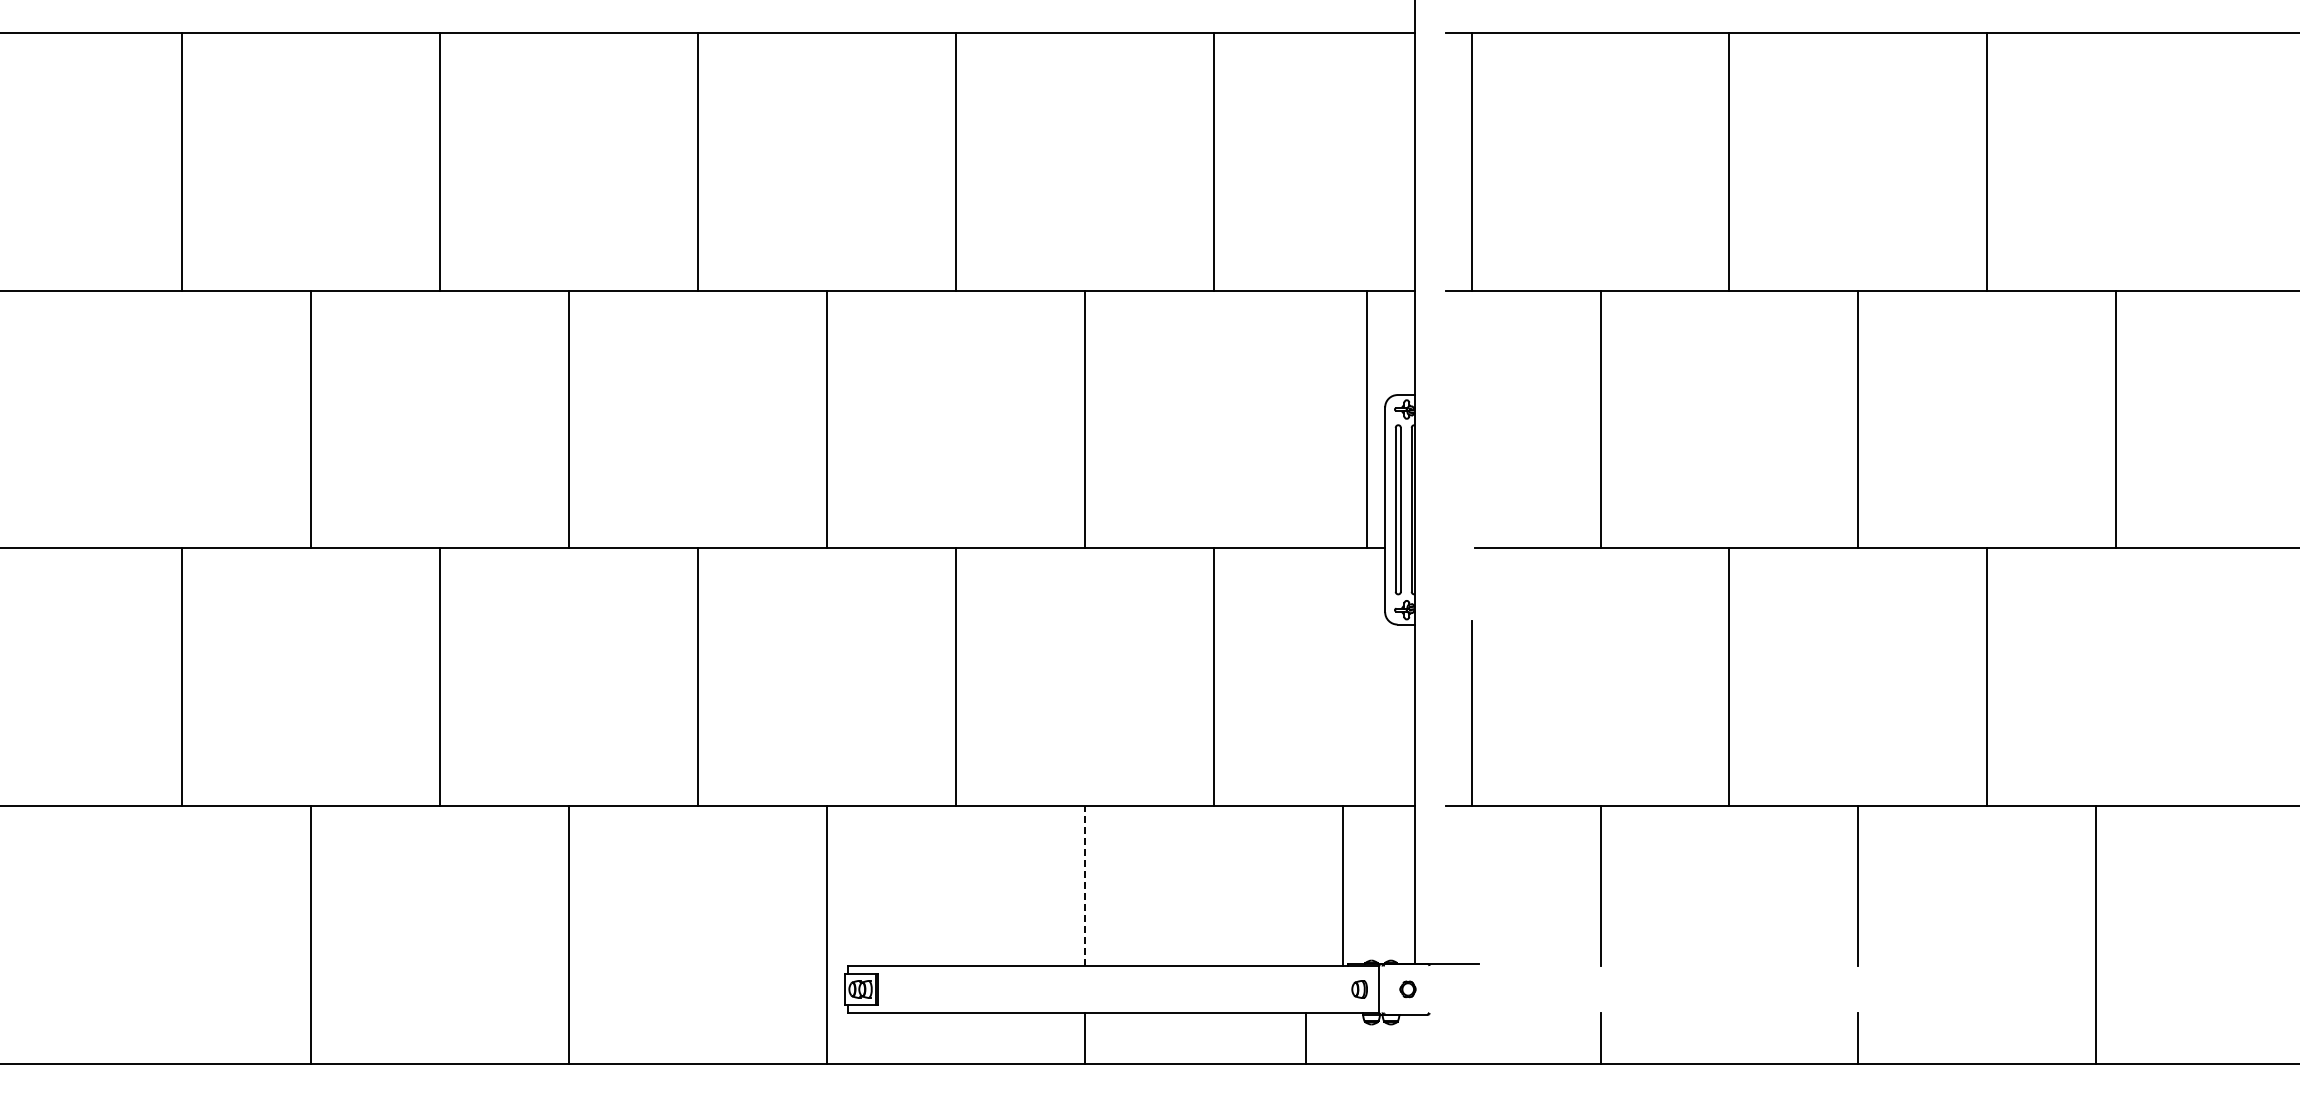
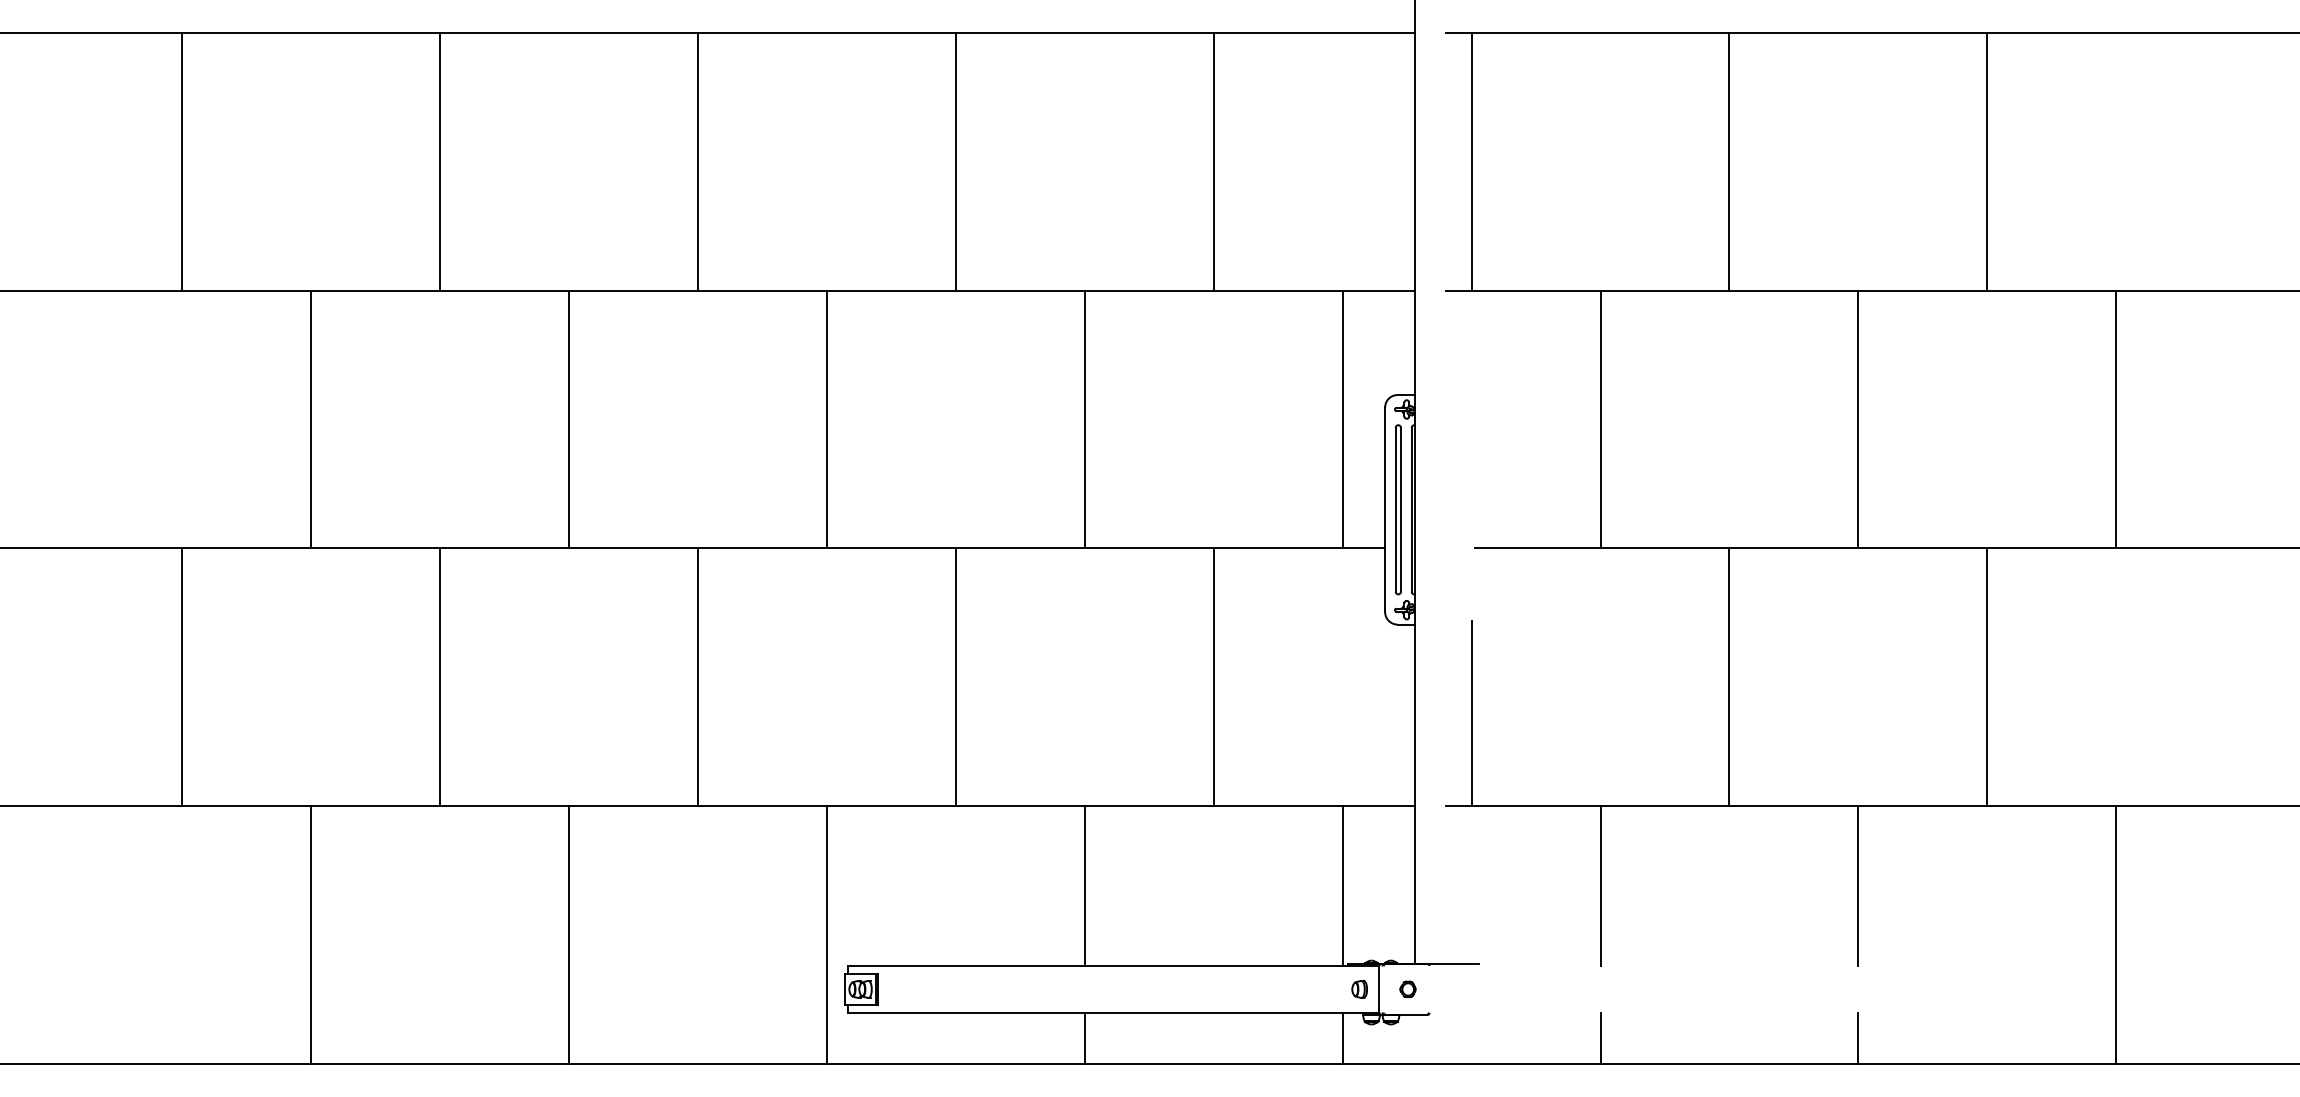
line at (1366, 419) position: (1366, 419) -> (1342, 419)
line at (1084, 886): dashed -> solid
line at (2096, 935) position: (2096, 935) -> (2116, 935)
line at (1305, 1038) position: (1305, 1038) -> (1342, 1038)
